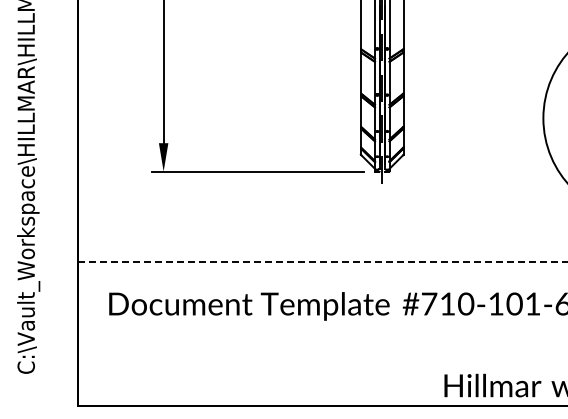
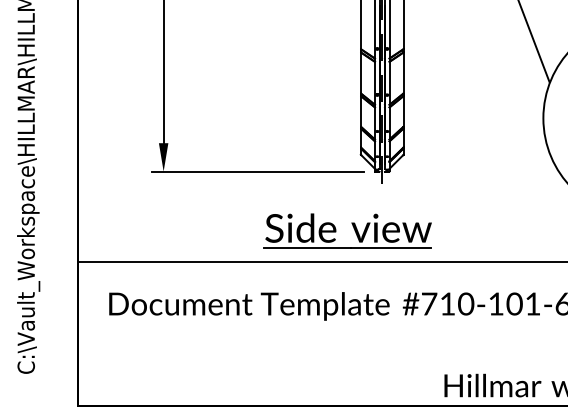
line at (534, 42): none -> present
part at (353, 228): none -> present
line at (322, 261): dashed -> solid
